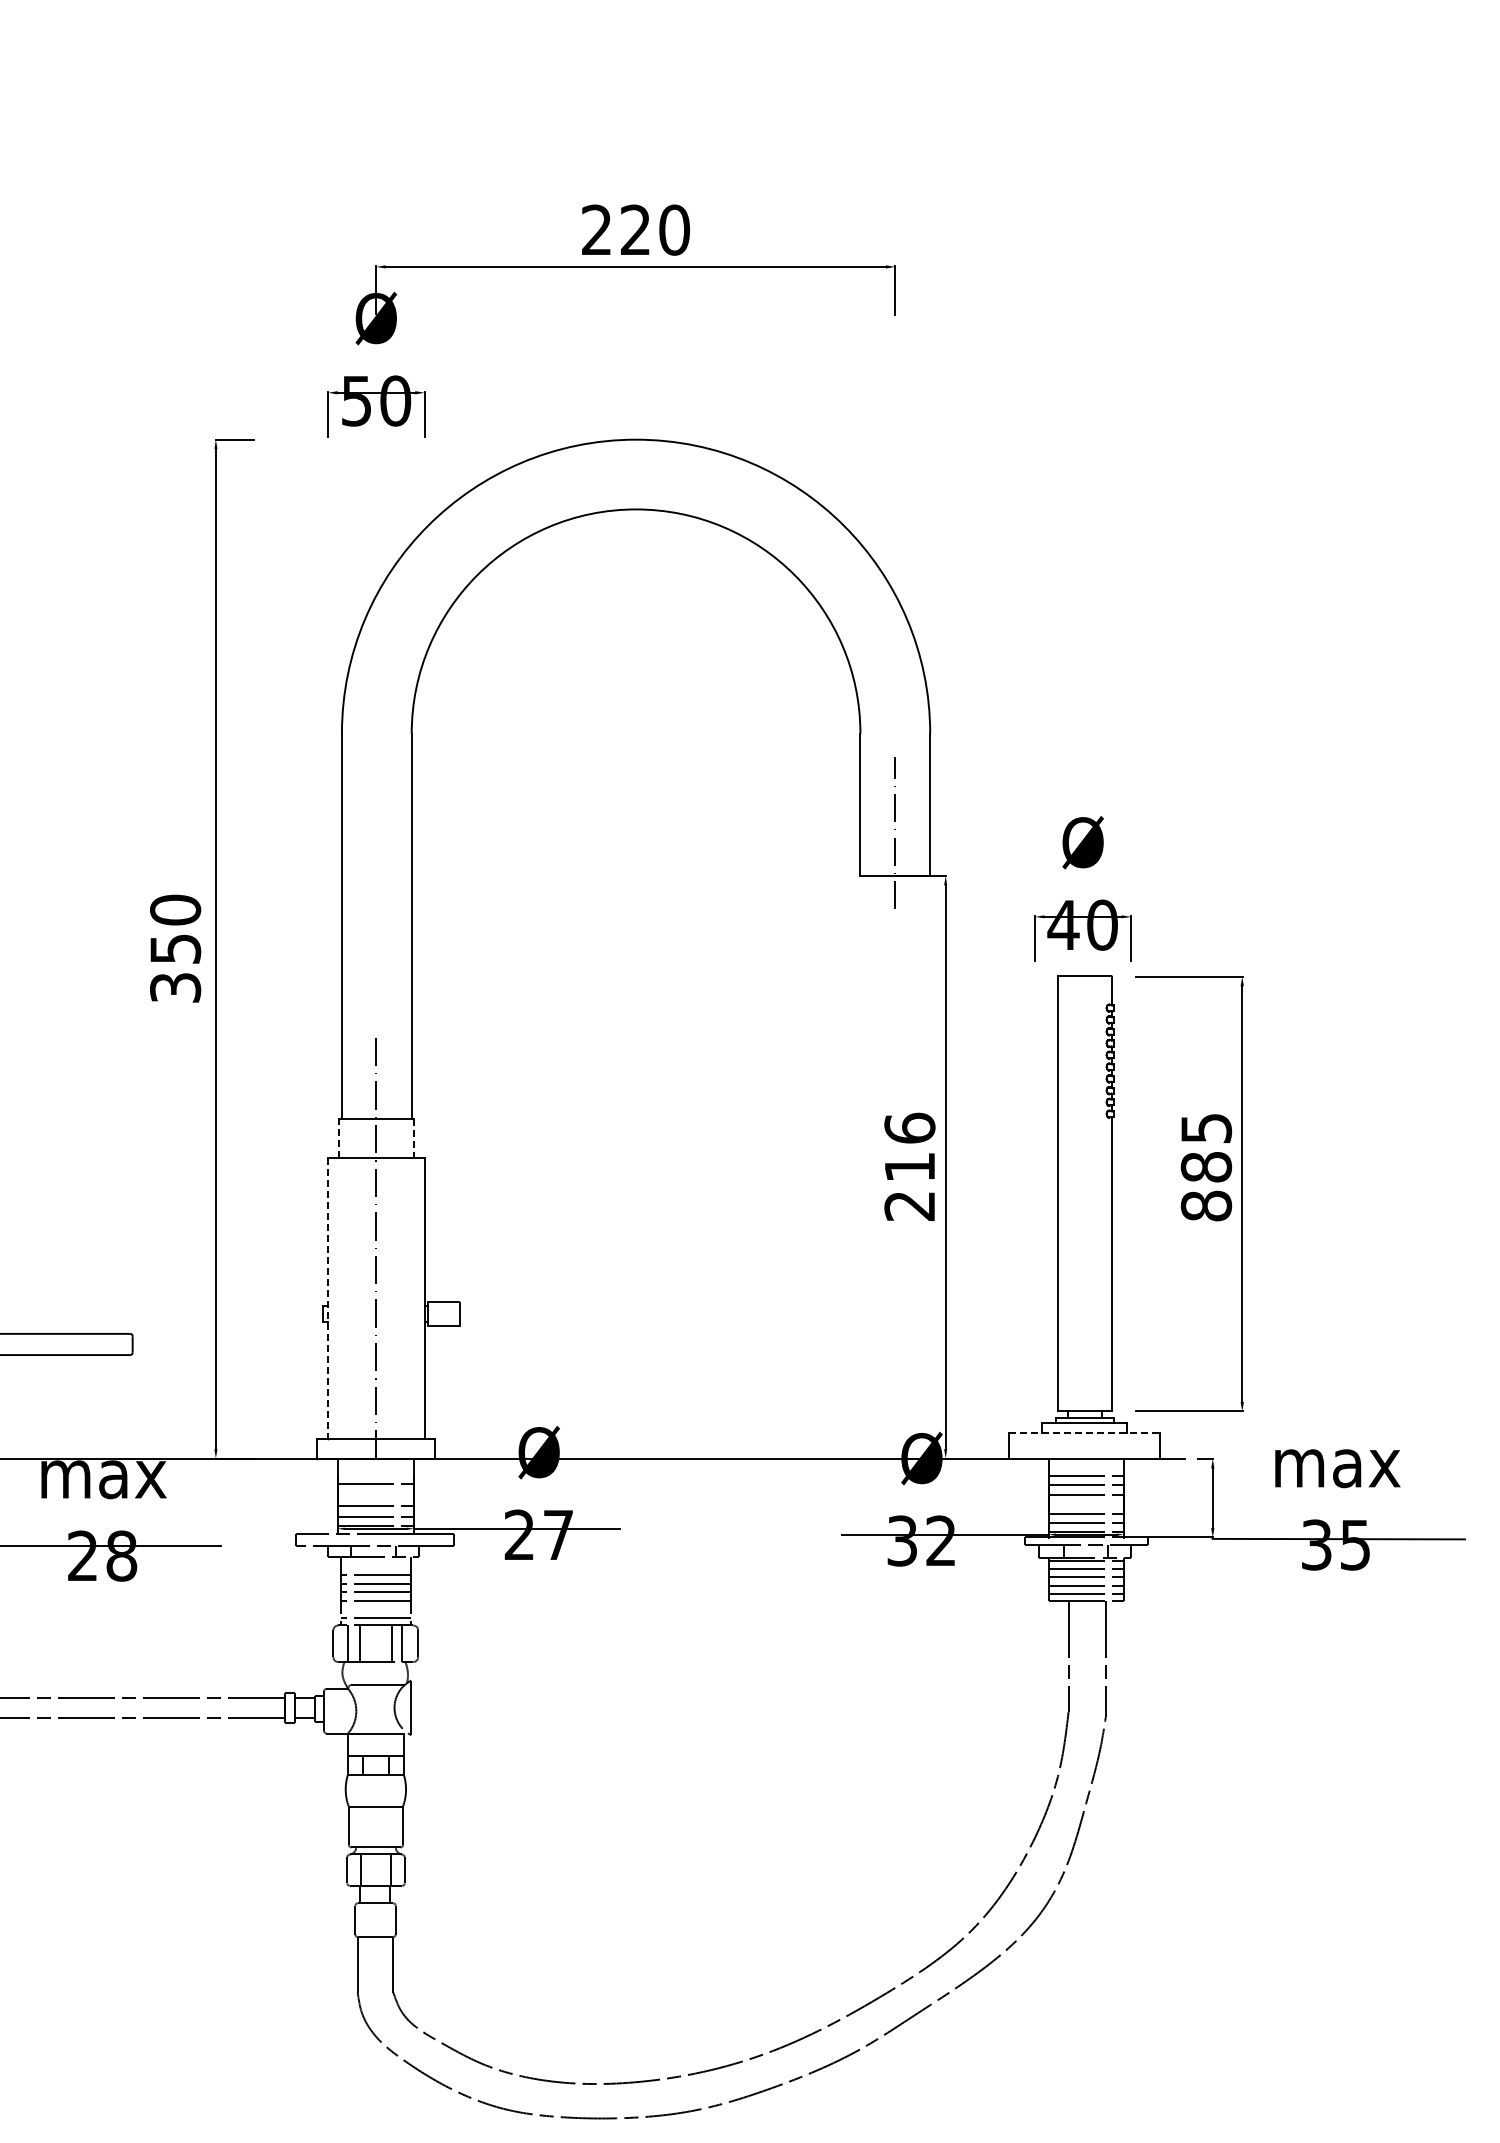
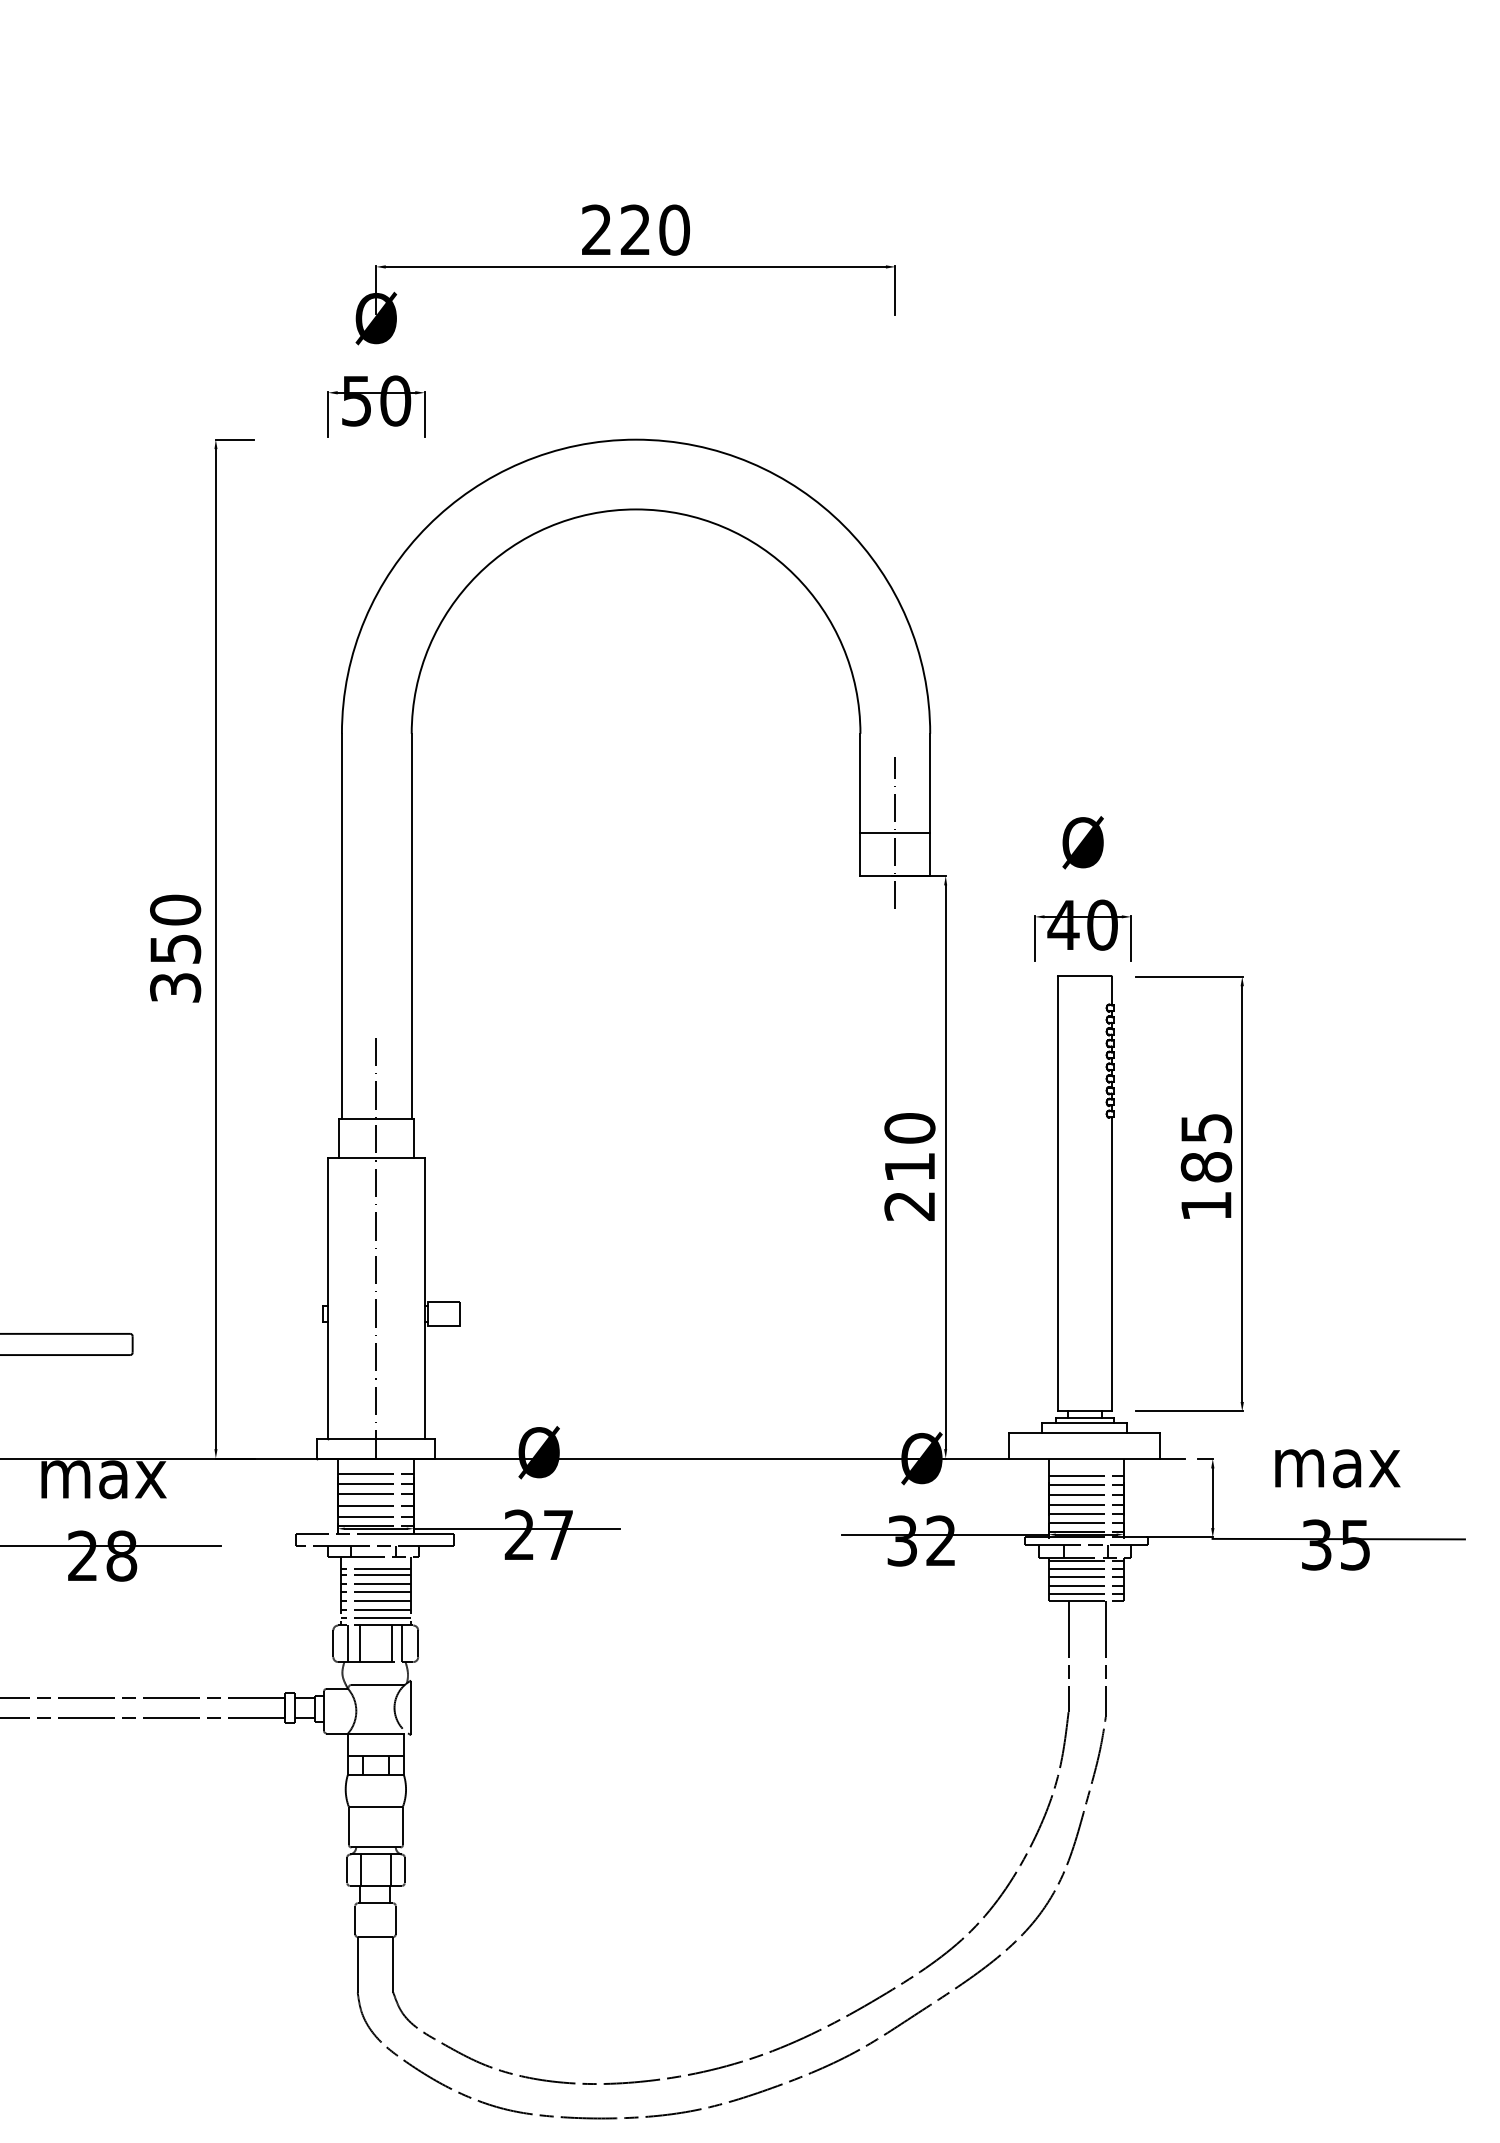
line at (895, 833): none -> present
text at (909, 1127): 216 -> 210
line at (339, 1137): dashed -> solid
line at (413, 1138): dashed -> solid
text at (1206, 1205): 885 -> 185
line at (328, 1298): dashed -> solid
line at (1084, 1432): dashed -> solid
line at (375, 1473): none -> present
line at (375, 1494): none -> present
line at (1085, 1504): none -> present
line at (375, 1568): none -> present
line at (375, 1609): none -> present
